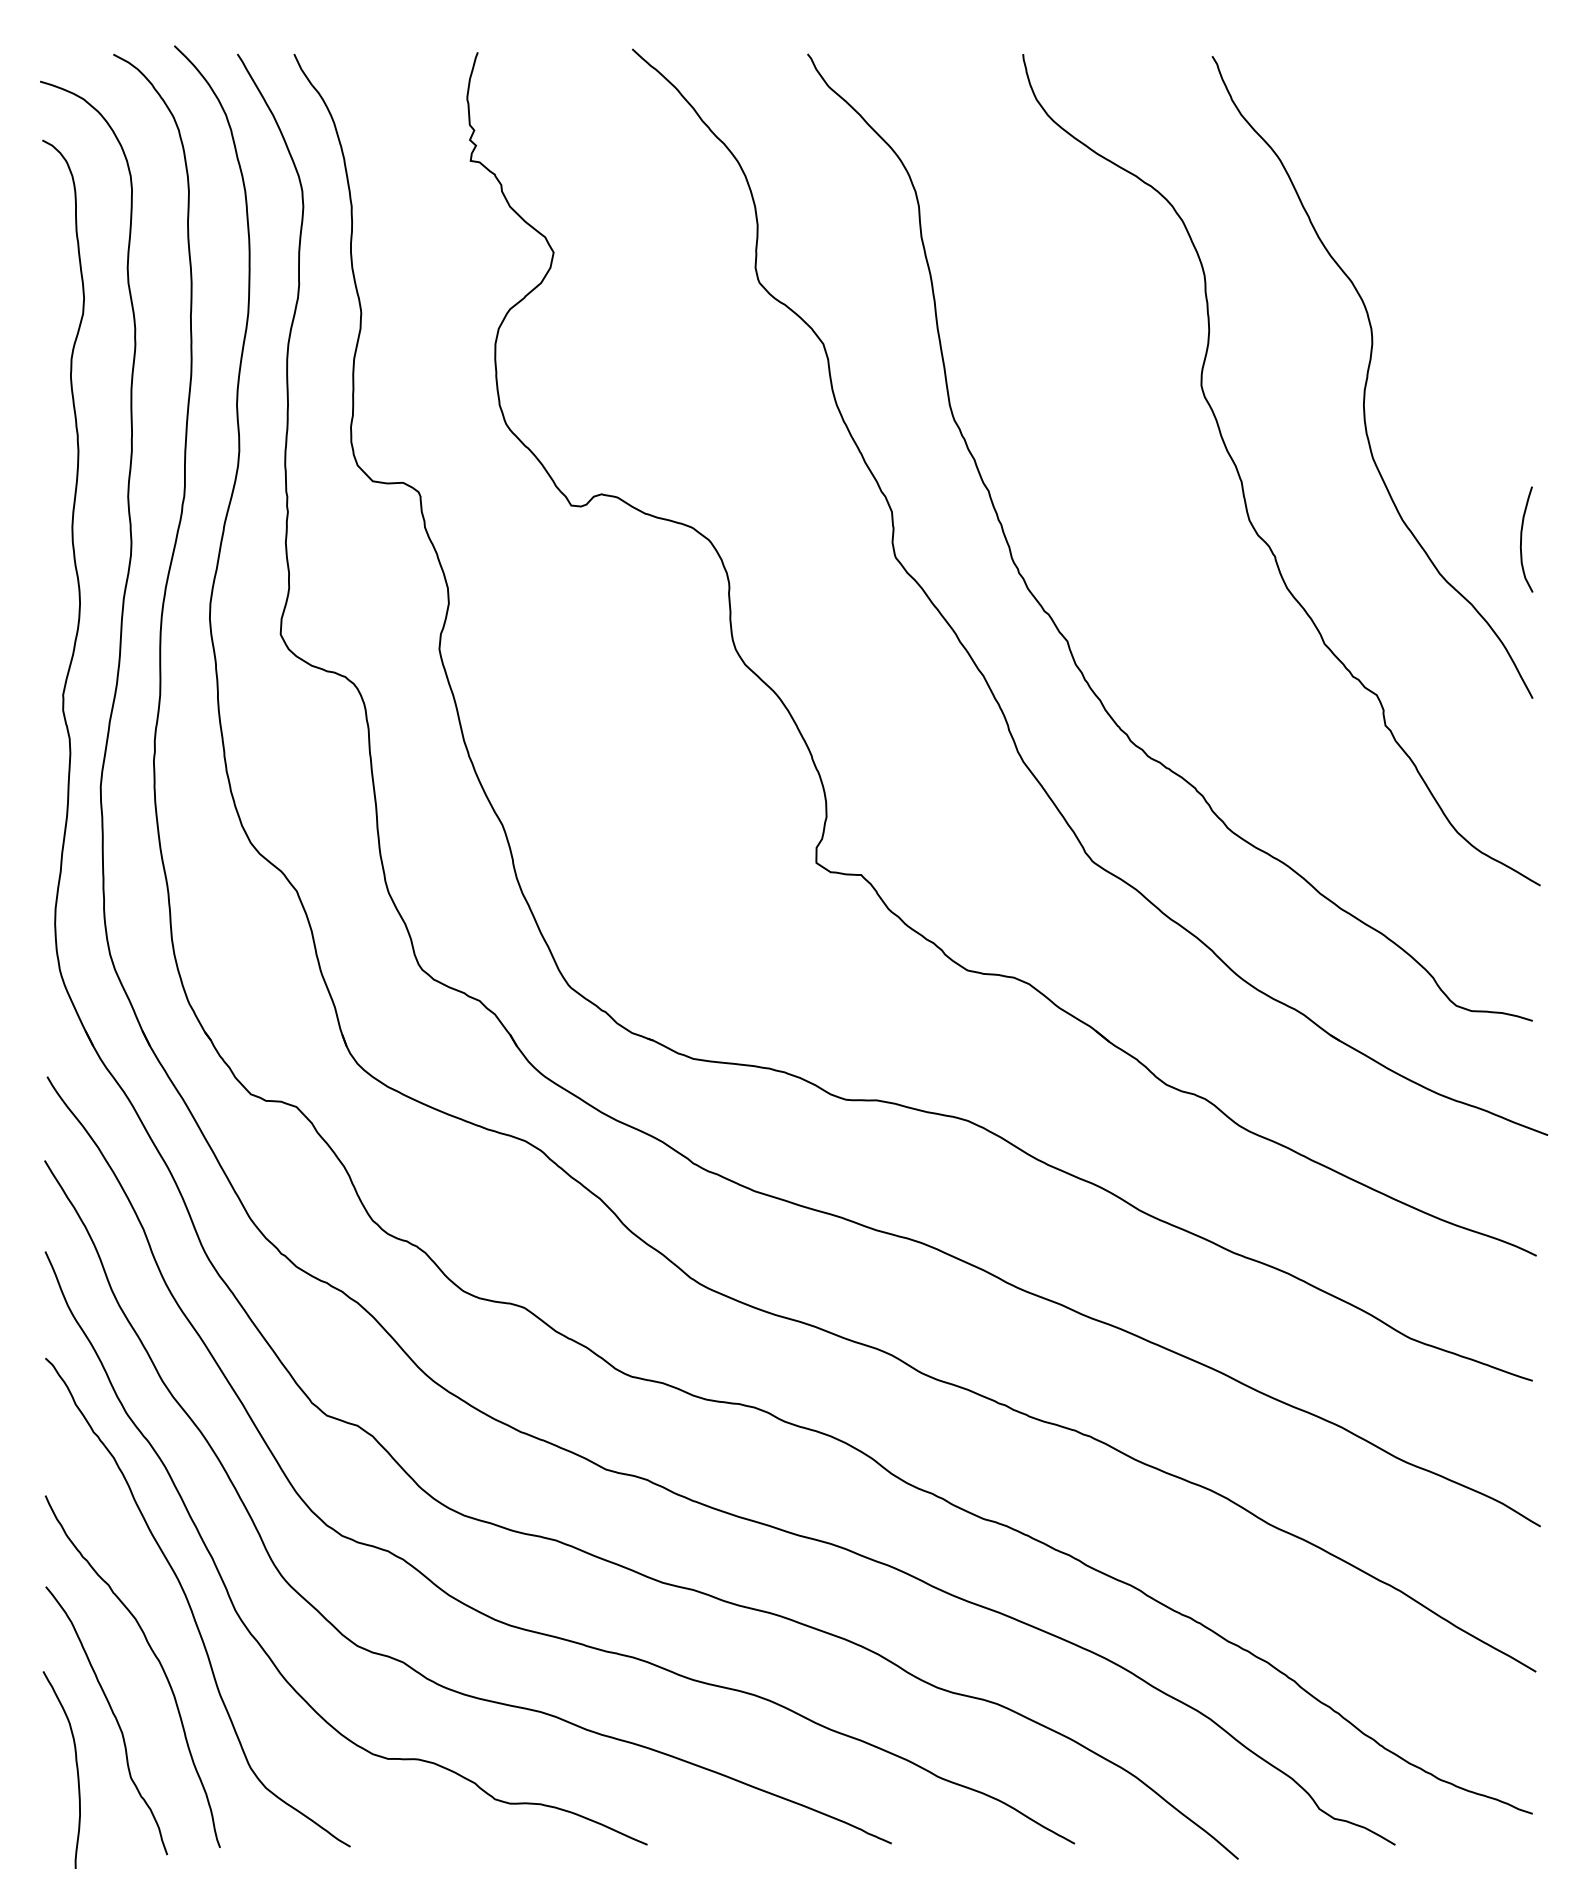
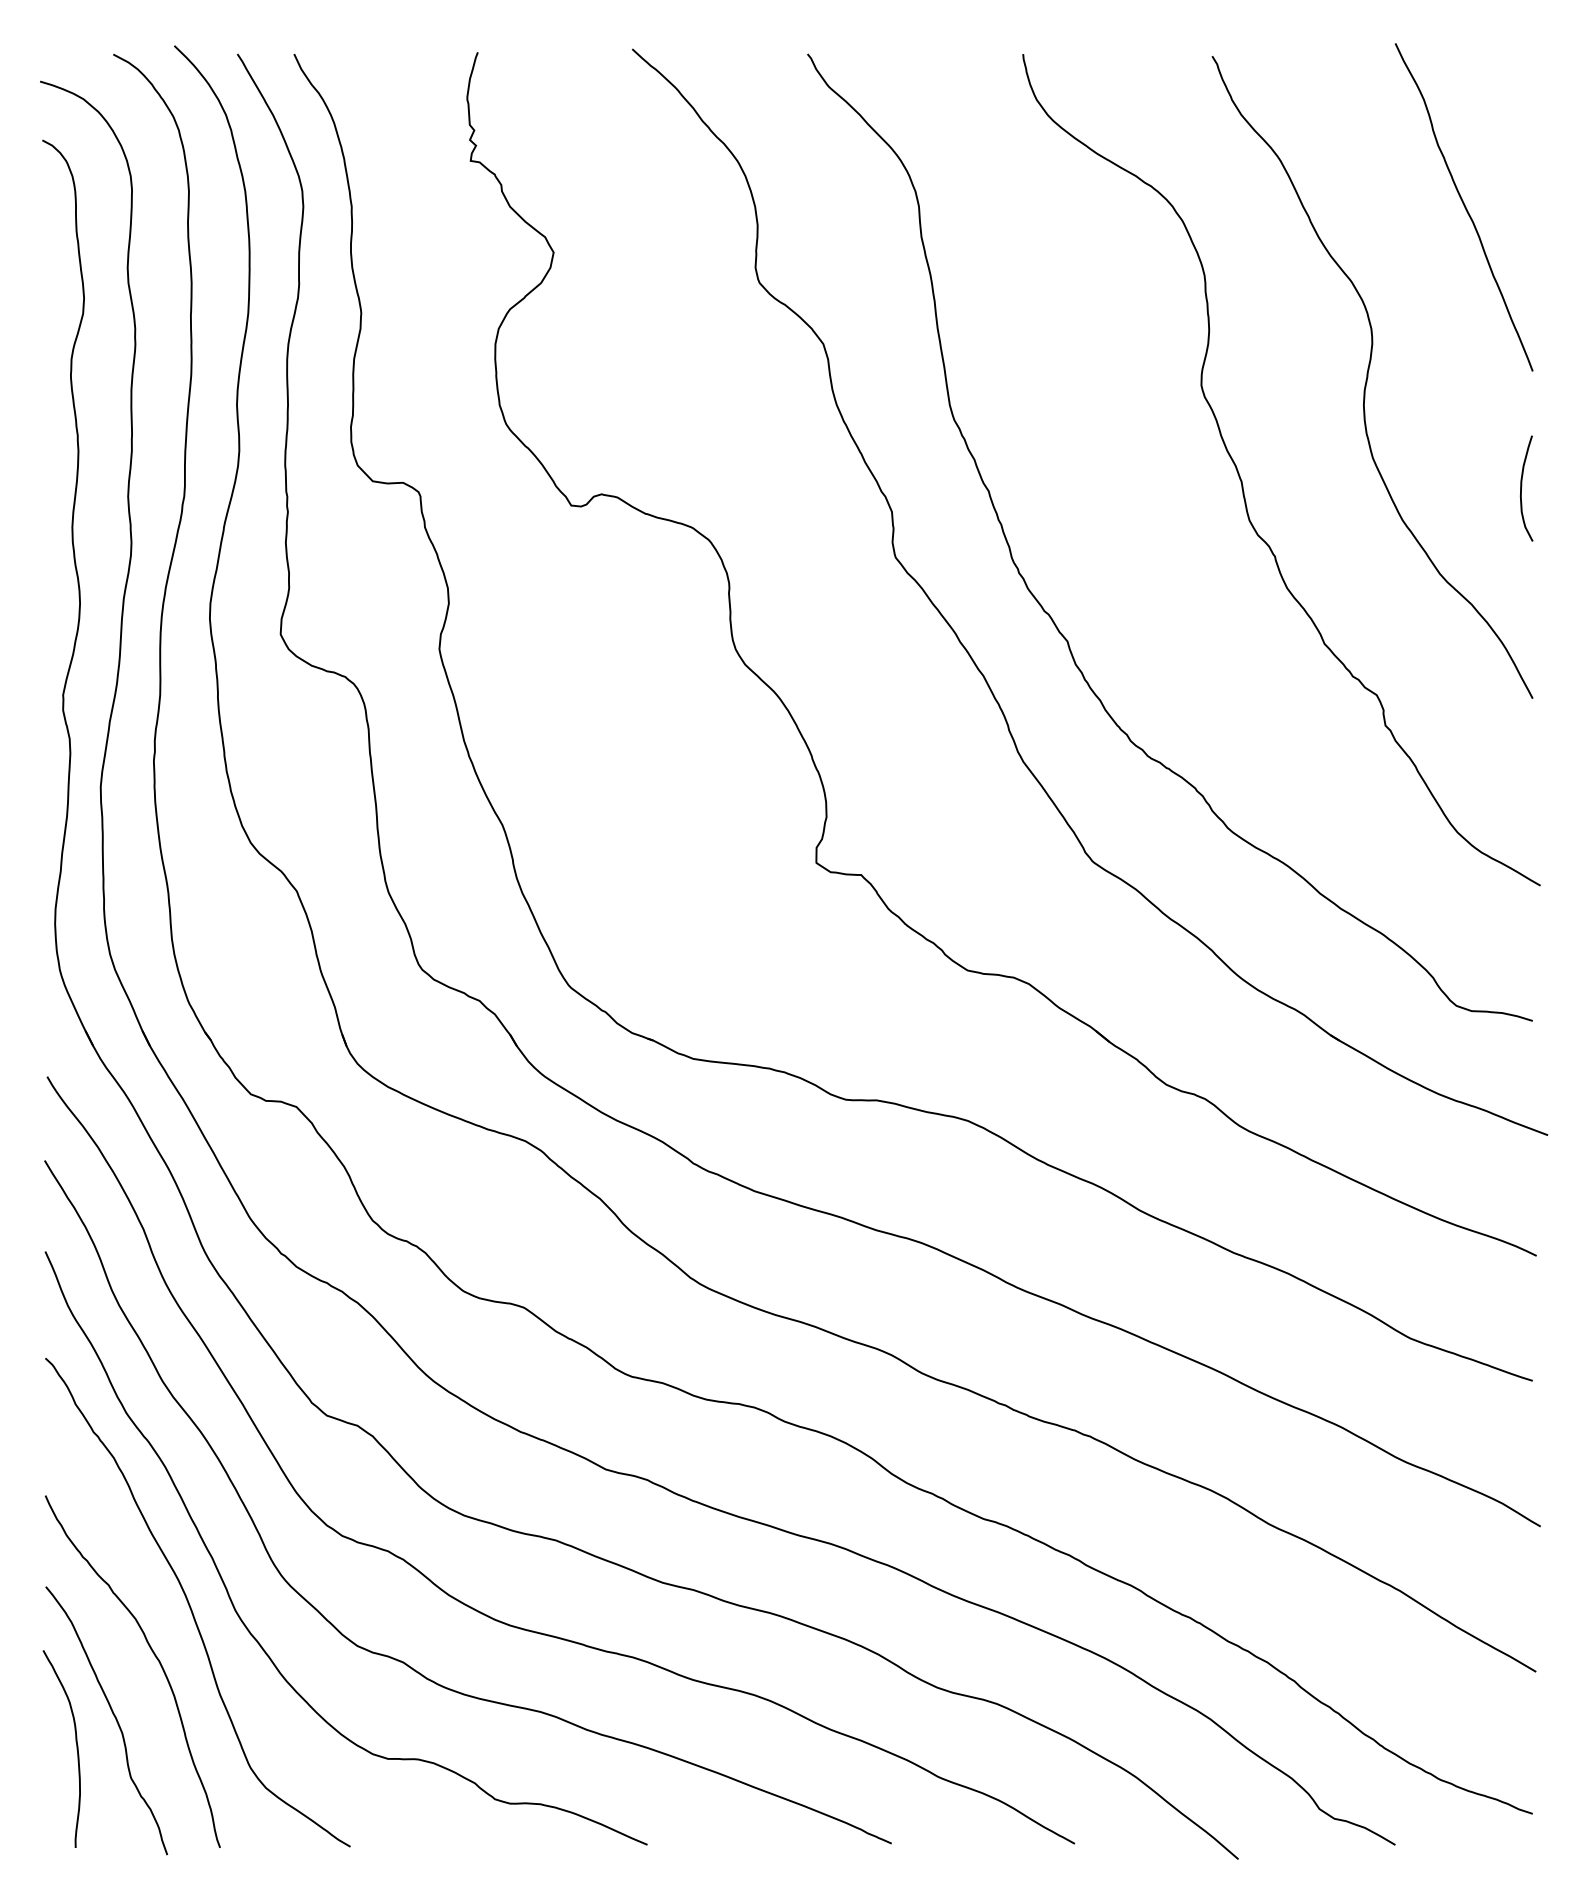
curve at (1464, 207): none -> present
curve at (1522, 537) position: (1522, 537) -> (1522, 486)
curve at (76, 1769) position: (76, 1769) -> (76, 1748)
